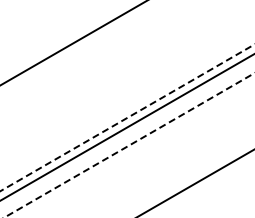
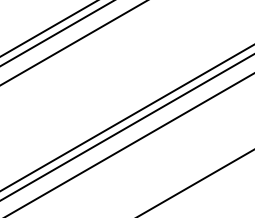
line at (48, 28): none -> present
line at (56, 33): none -> present
line at (127, 117): dashed -> solid
line at (129, 145): dashed -> solid
